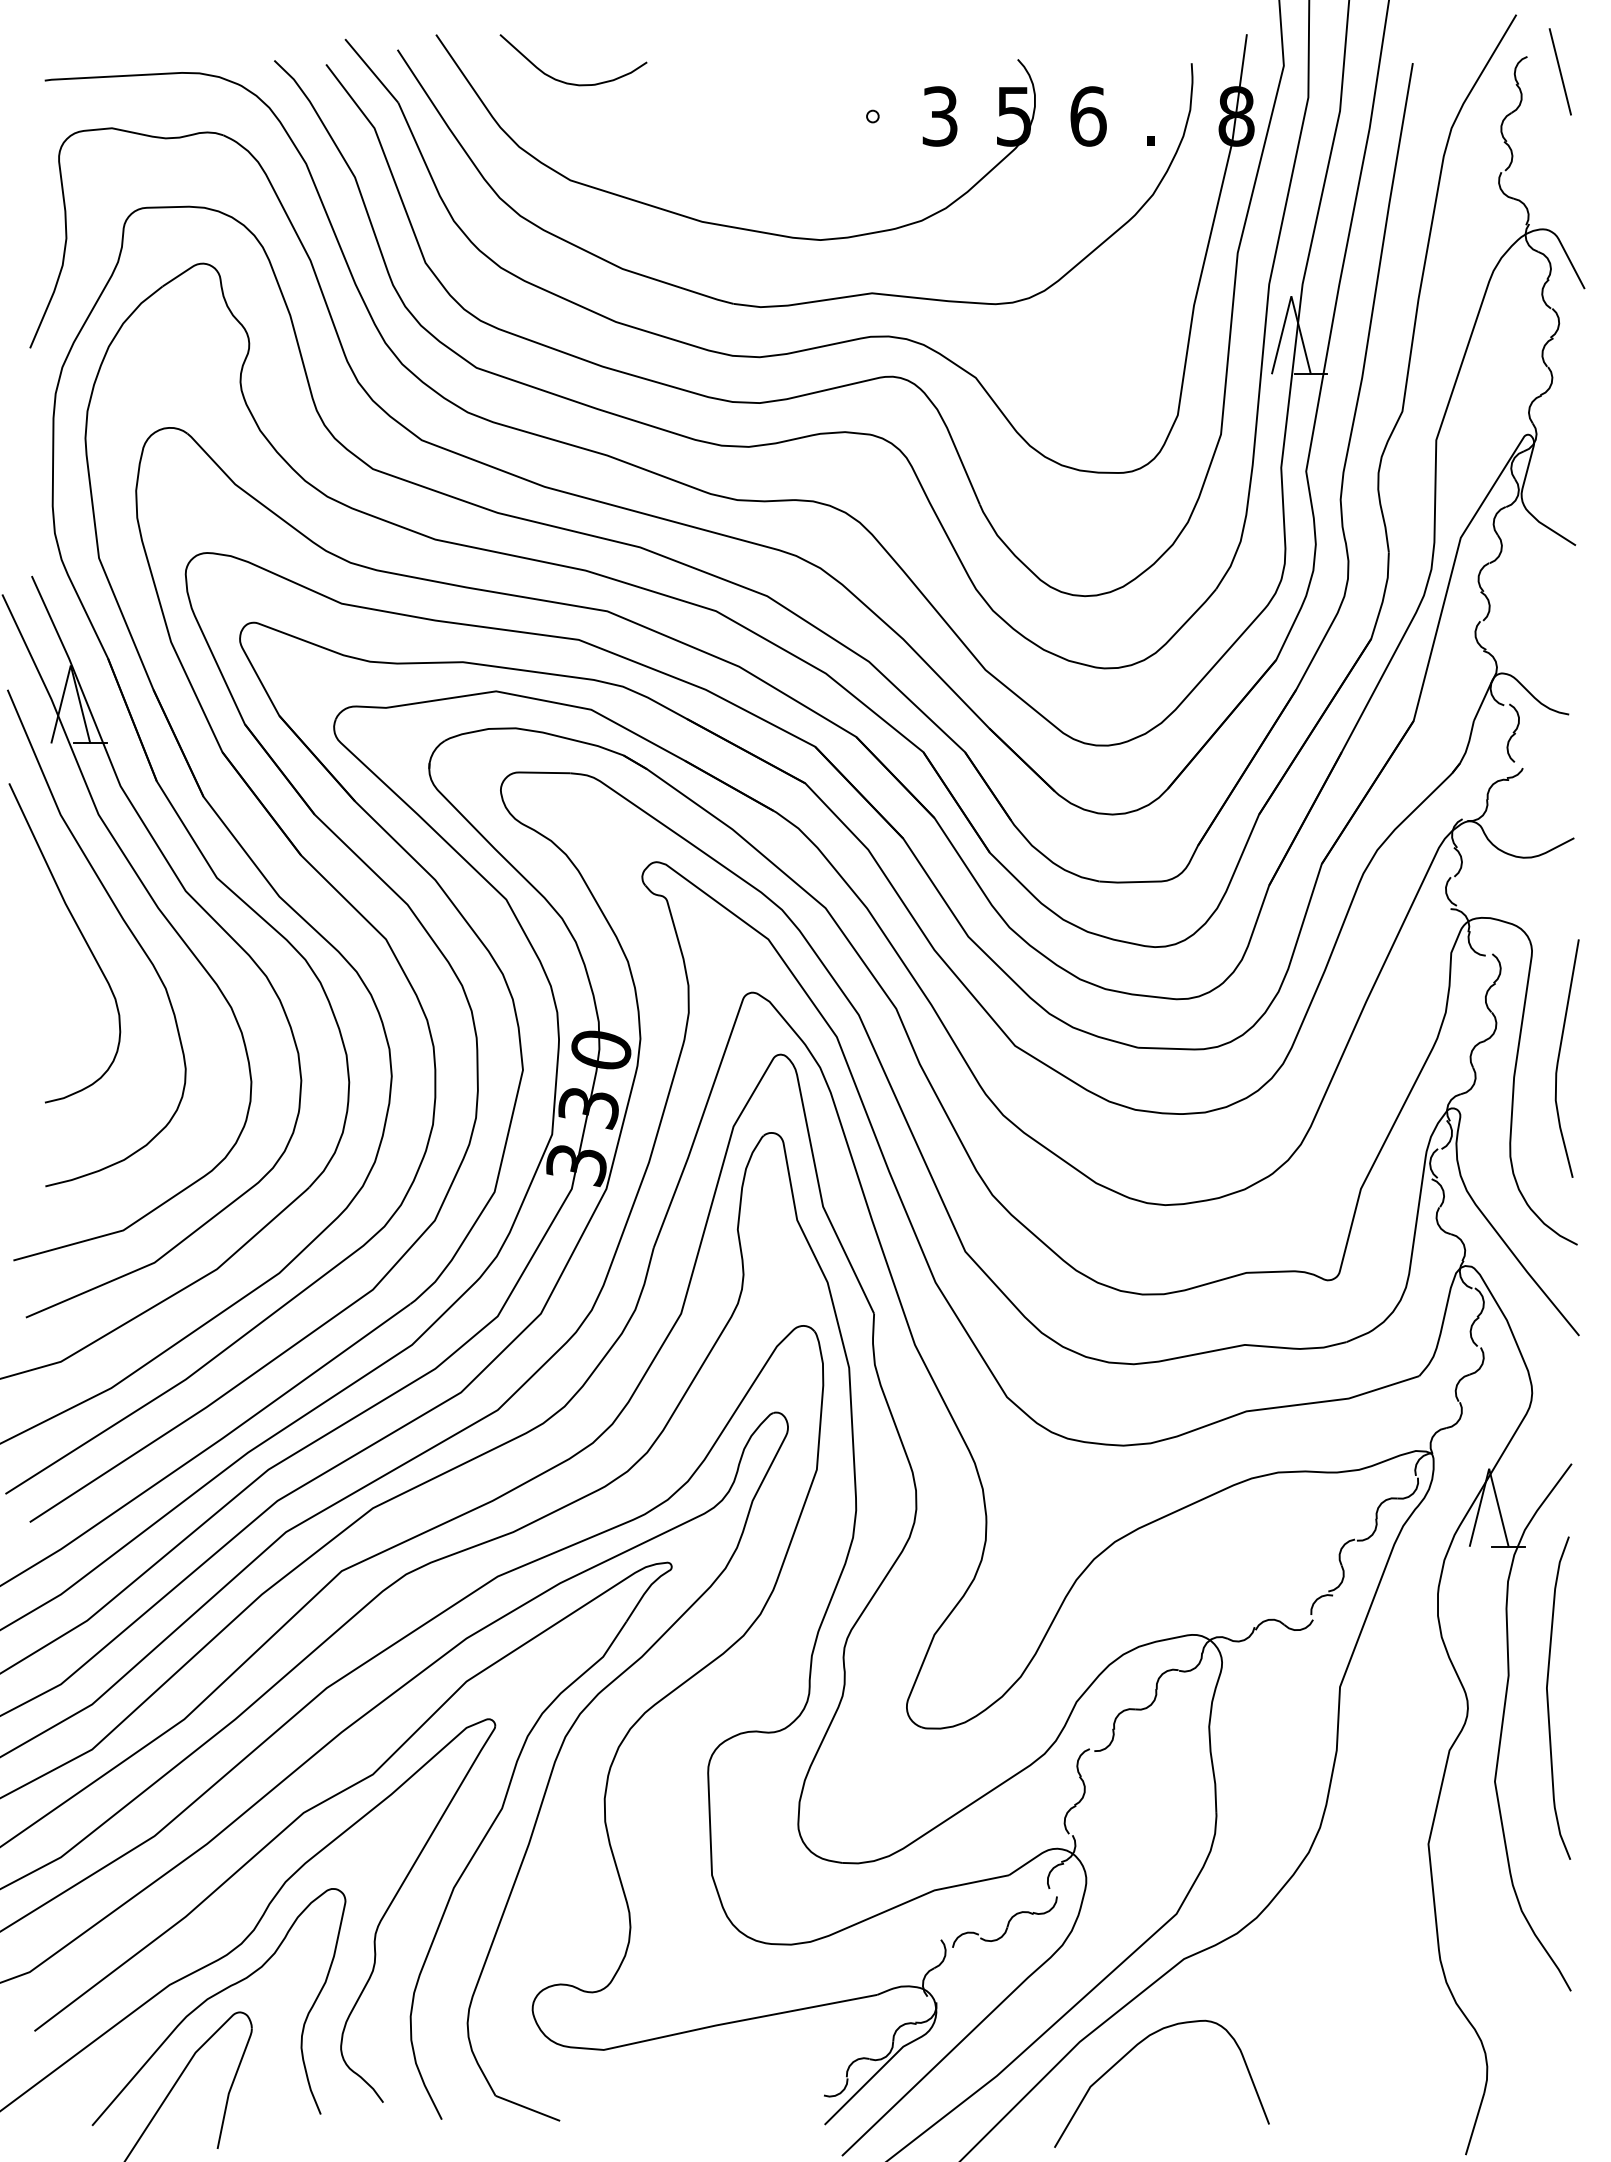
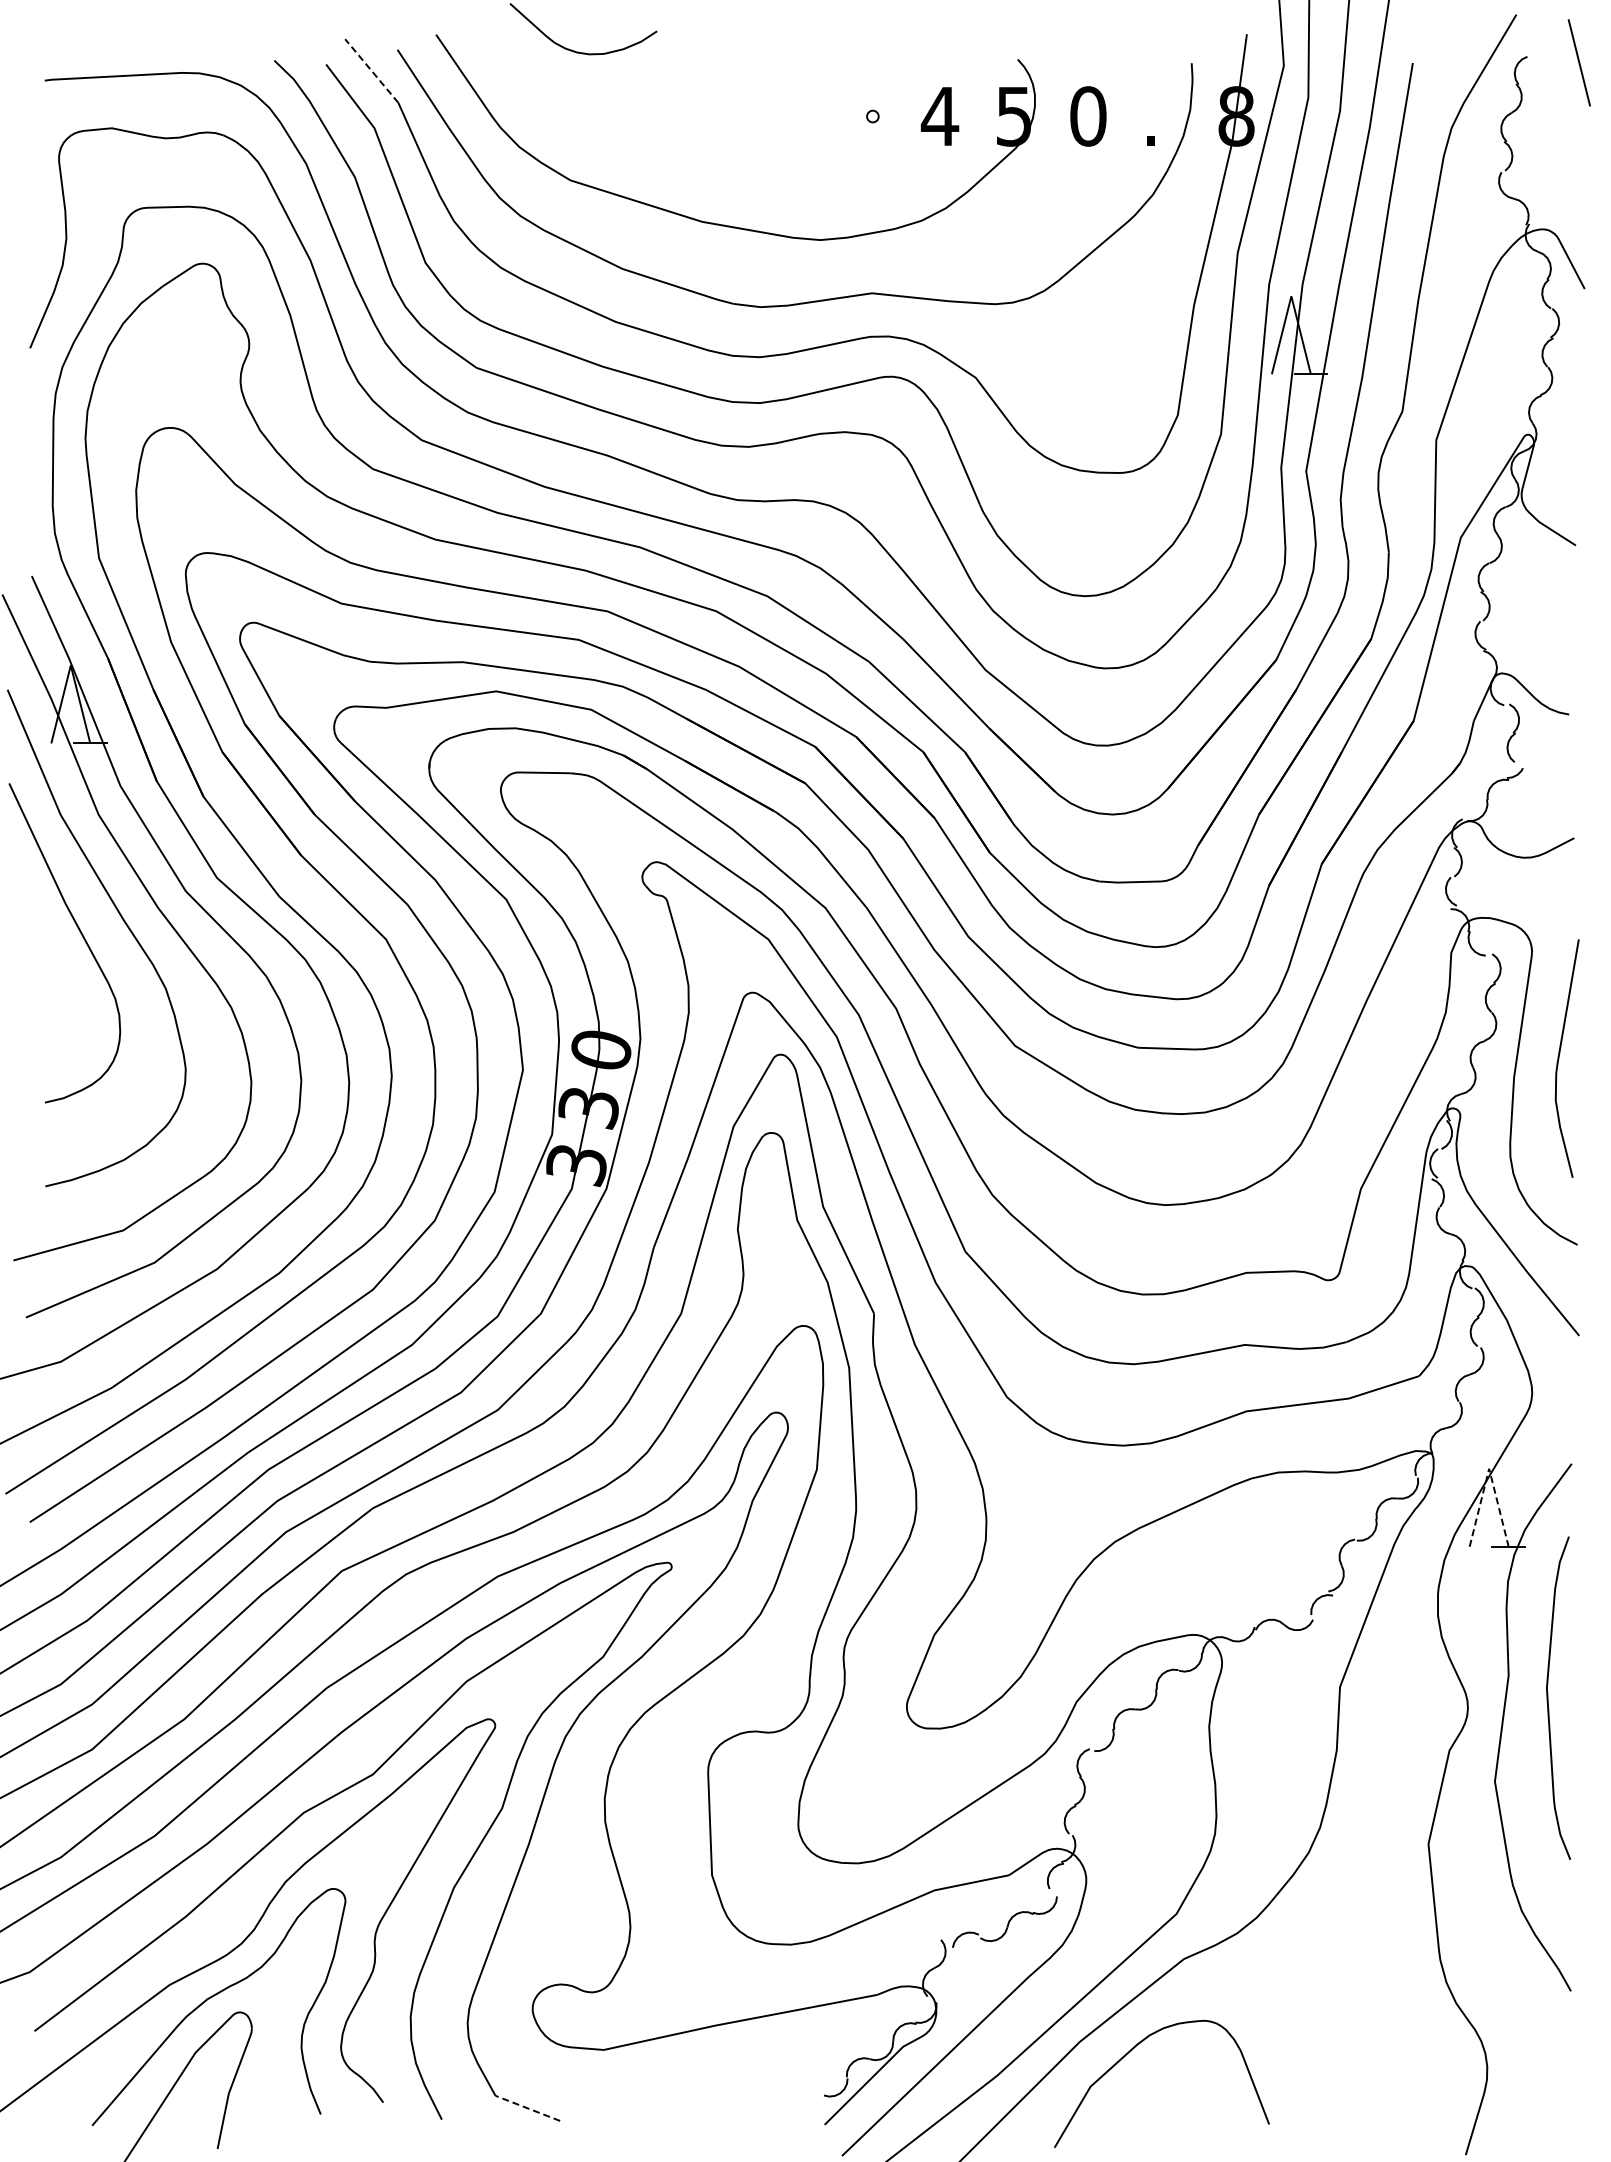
line at (371, 70): solid -> dashed
line at (1559, 71) position: (1559, 71) -> (1578, 62)
curve at (568, 82) position: (568, 82) -> (578, 51)
text at (939, 116): 3 -> 4
text at (1088, 116): 6 -> 0
line at (1489, 1468): solid -> dashed
line at (527, 2108): solid -> dashed
